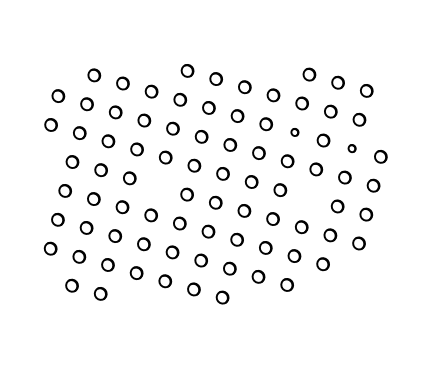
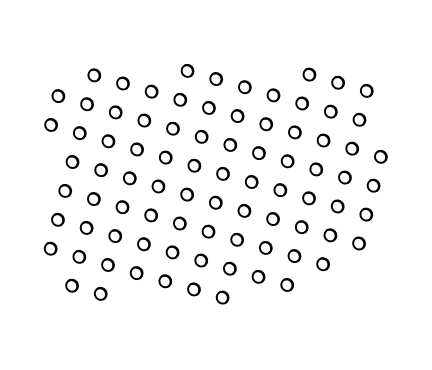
part at (294, 132) size: 10x9 px -> 14x15 px
part at (351, 148) size: 10x9 px -> 14x15 px
part at (158, 186): none -> present
part at (308, 198): none -> present
